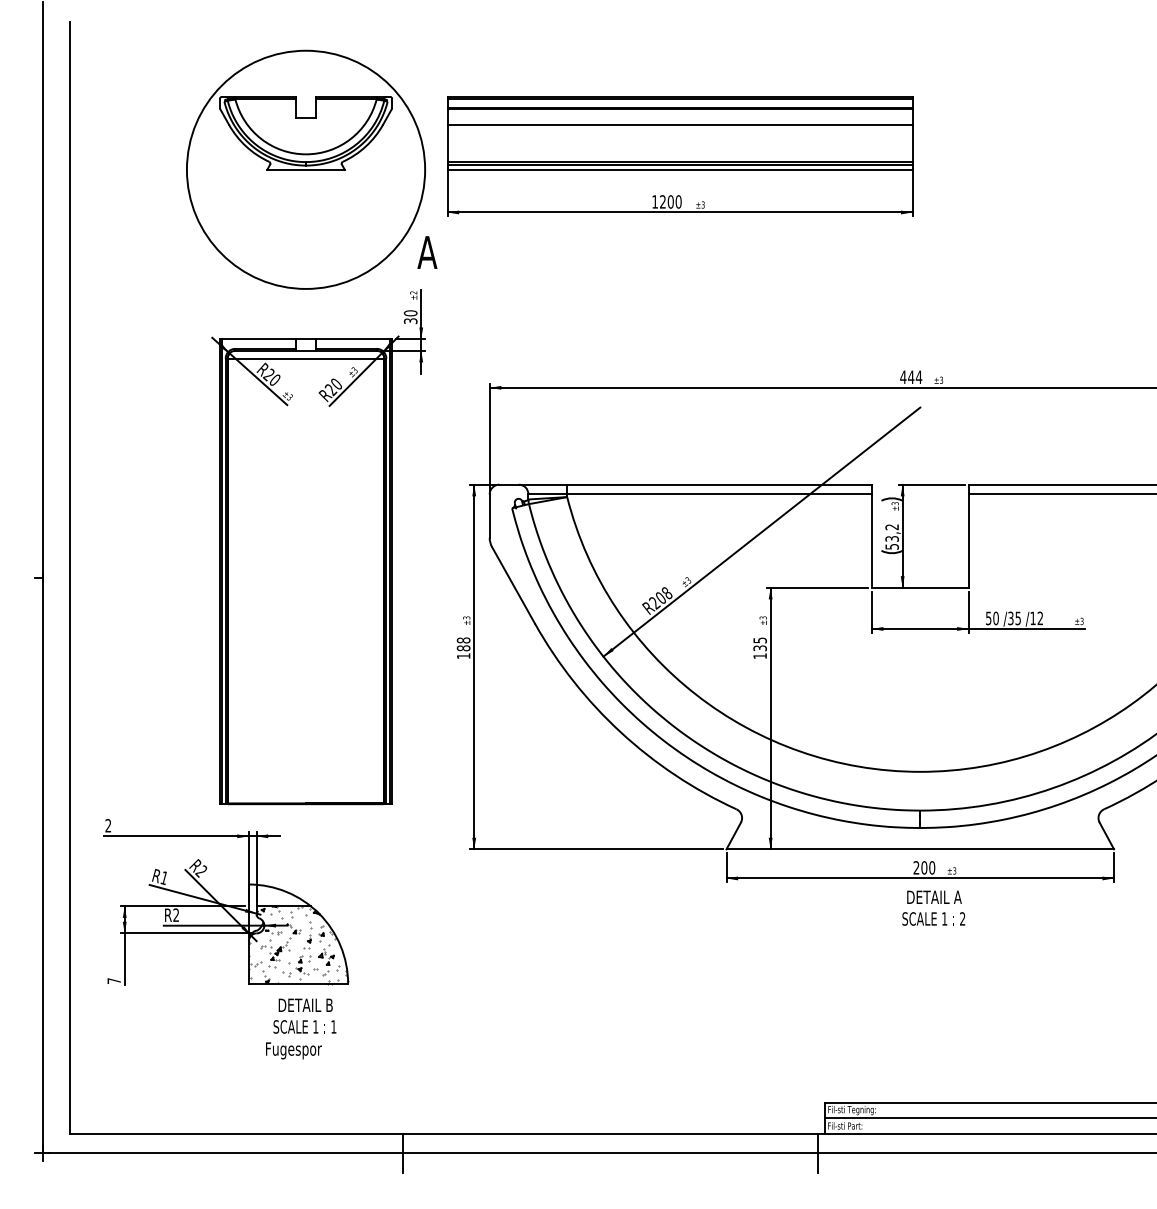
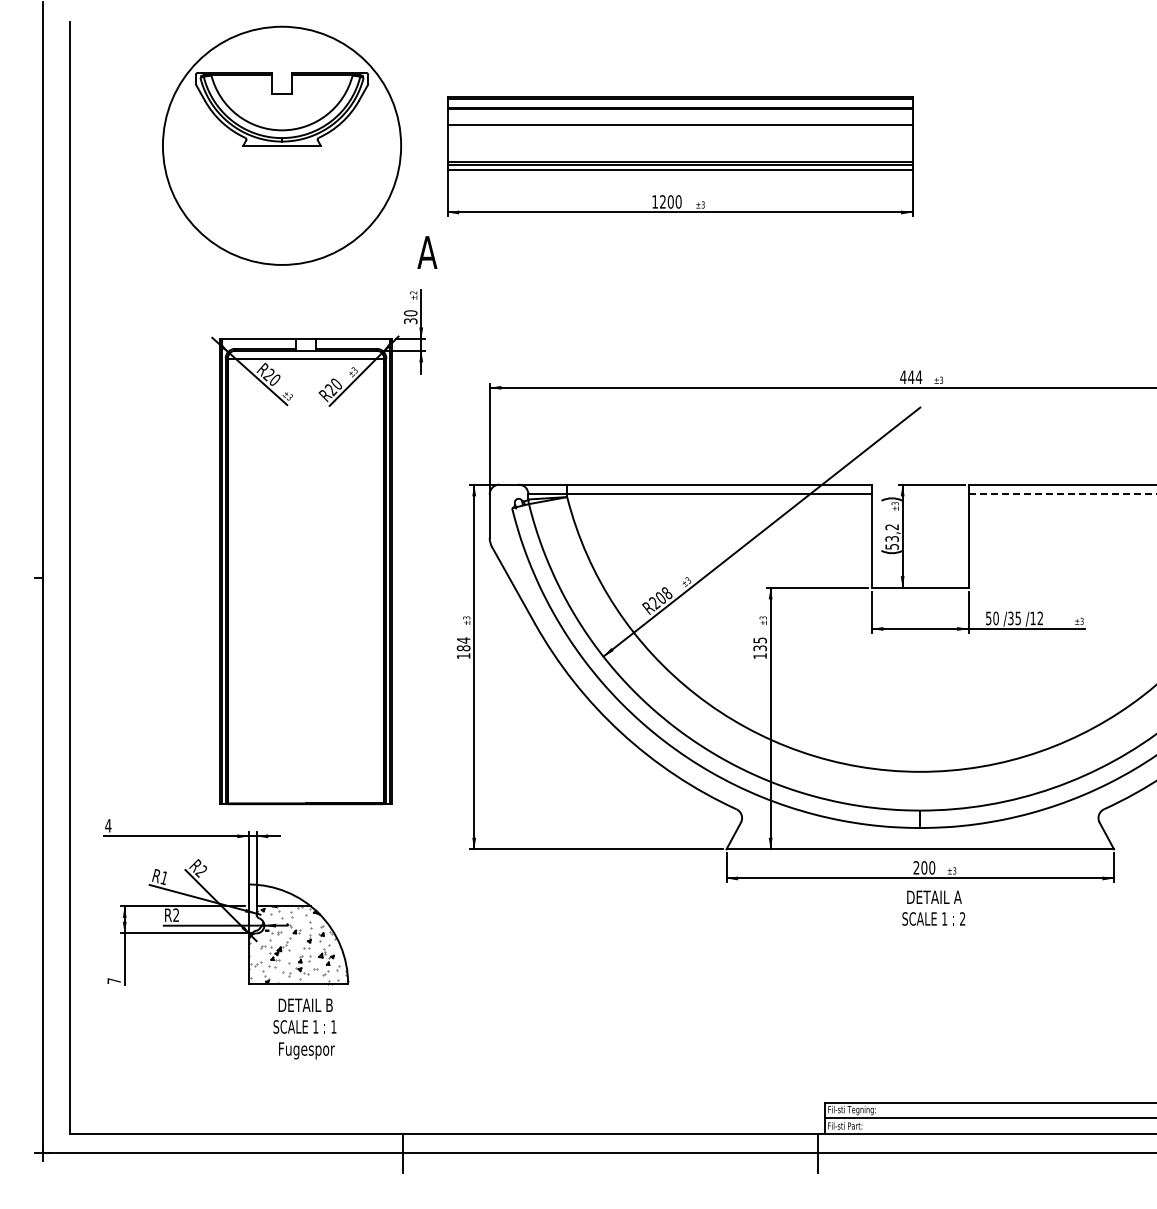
part at (305, 169) position: (305, 169) -> (281, 145)
line at (1062, 494): solid -> dashed
text at (463, 640): 188 -> 184
text at (108, 825): 2 -> 4
text at (293, 1050) position: (293, 1050) -> (306, 1050)
